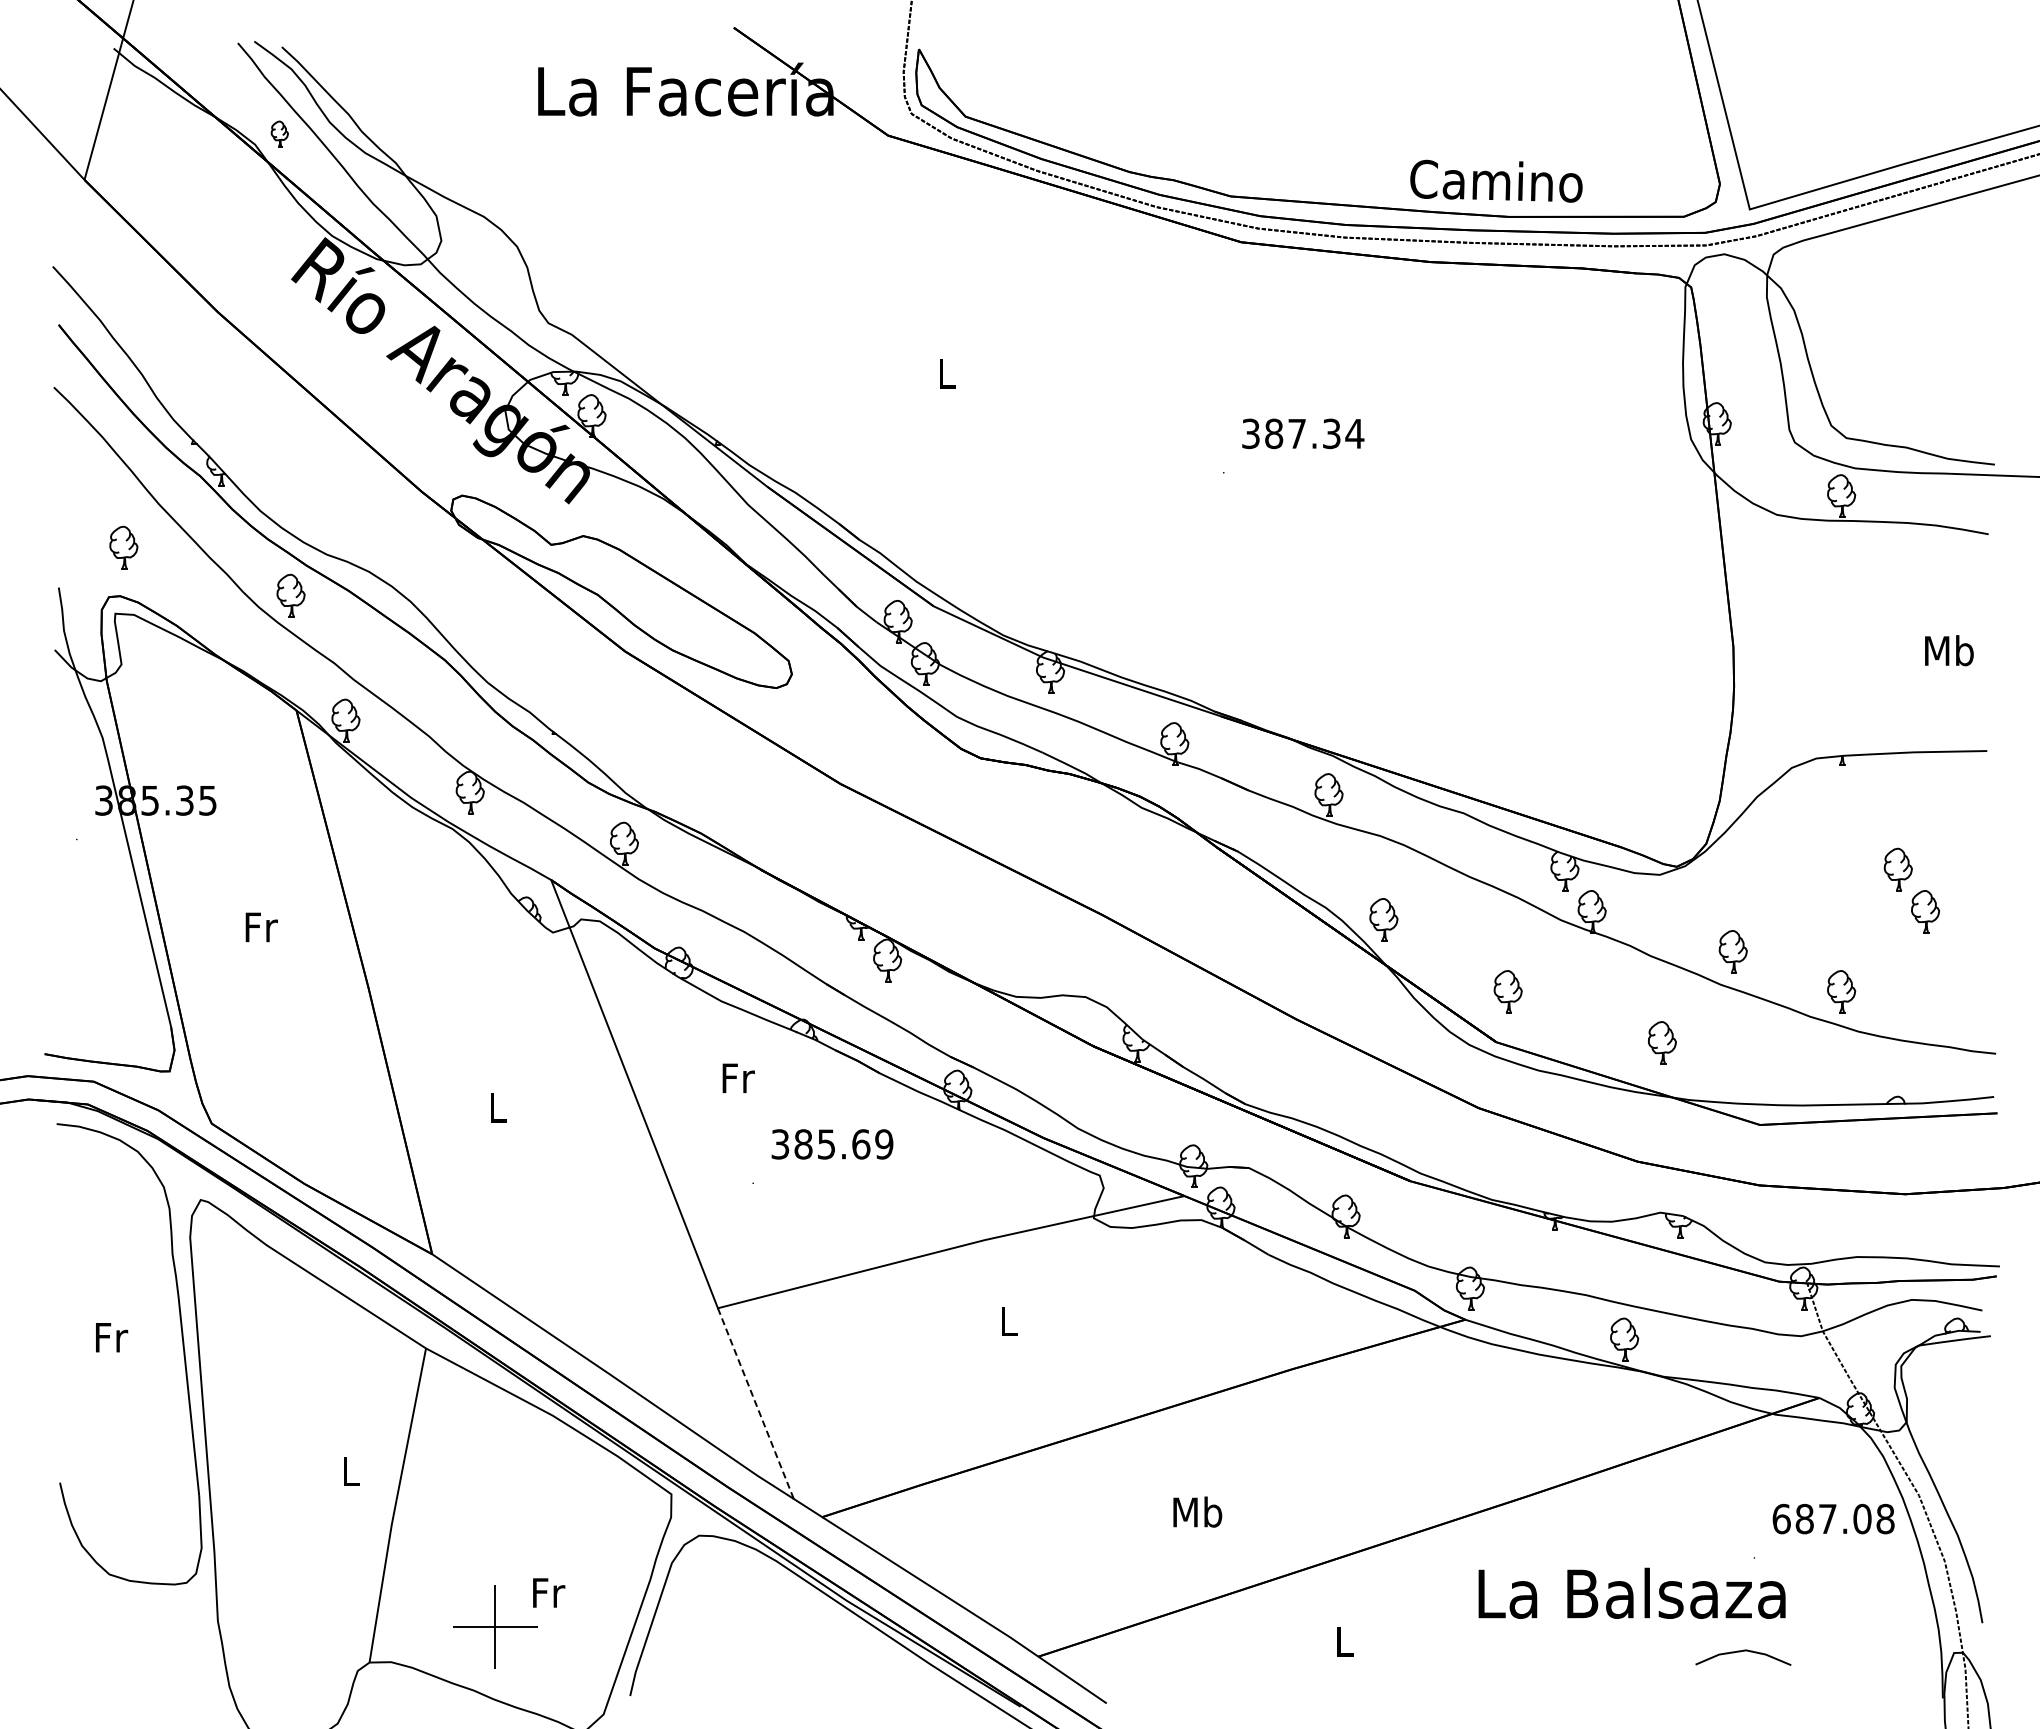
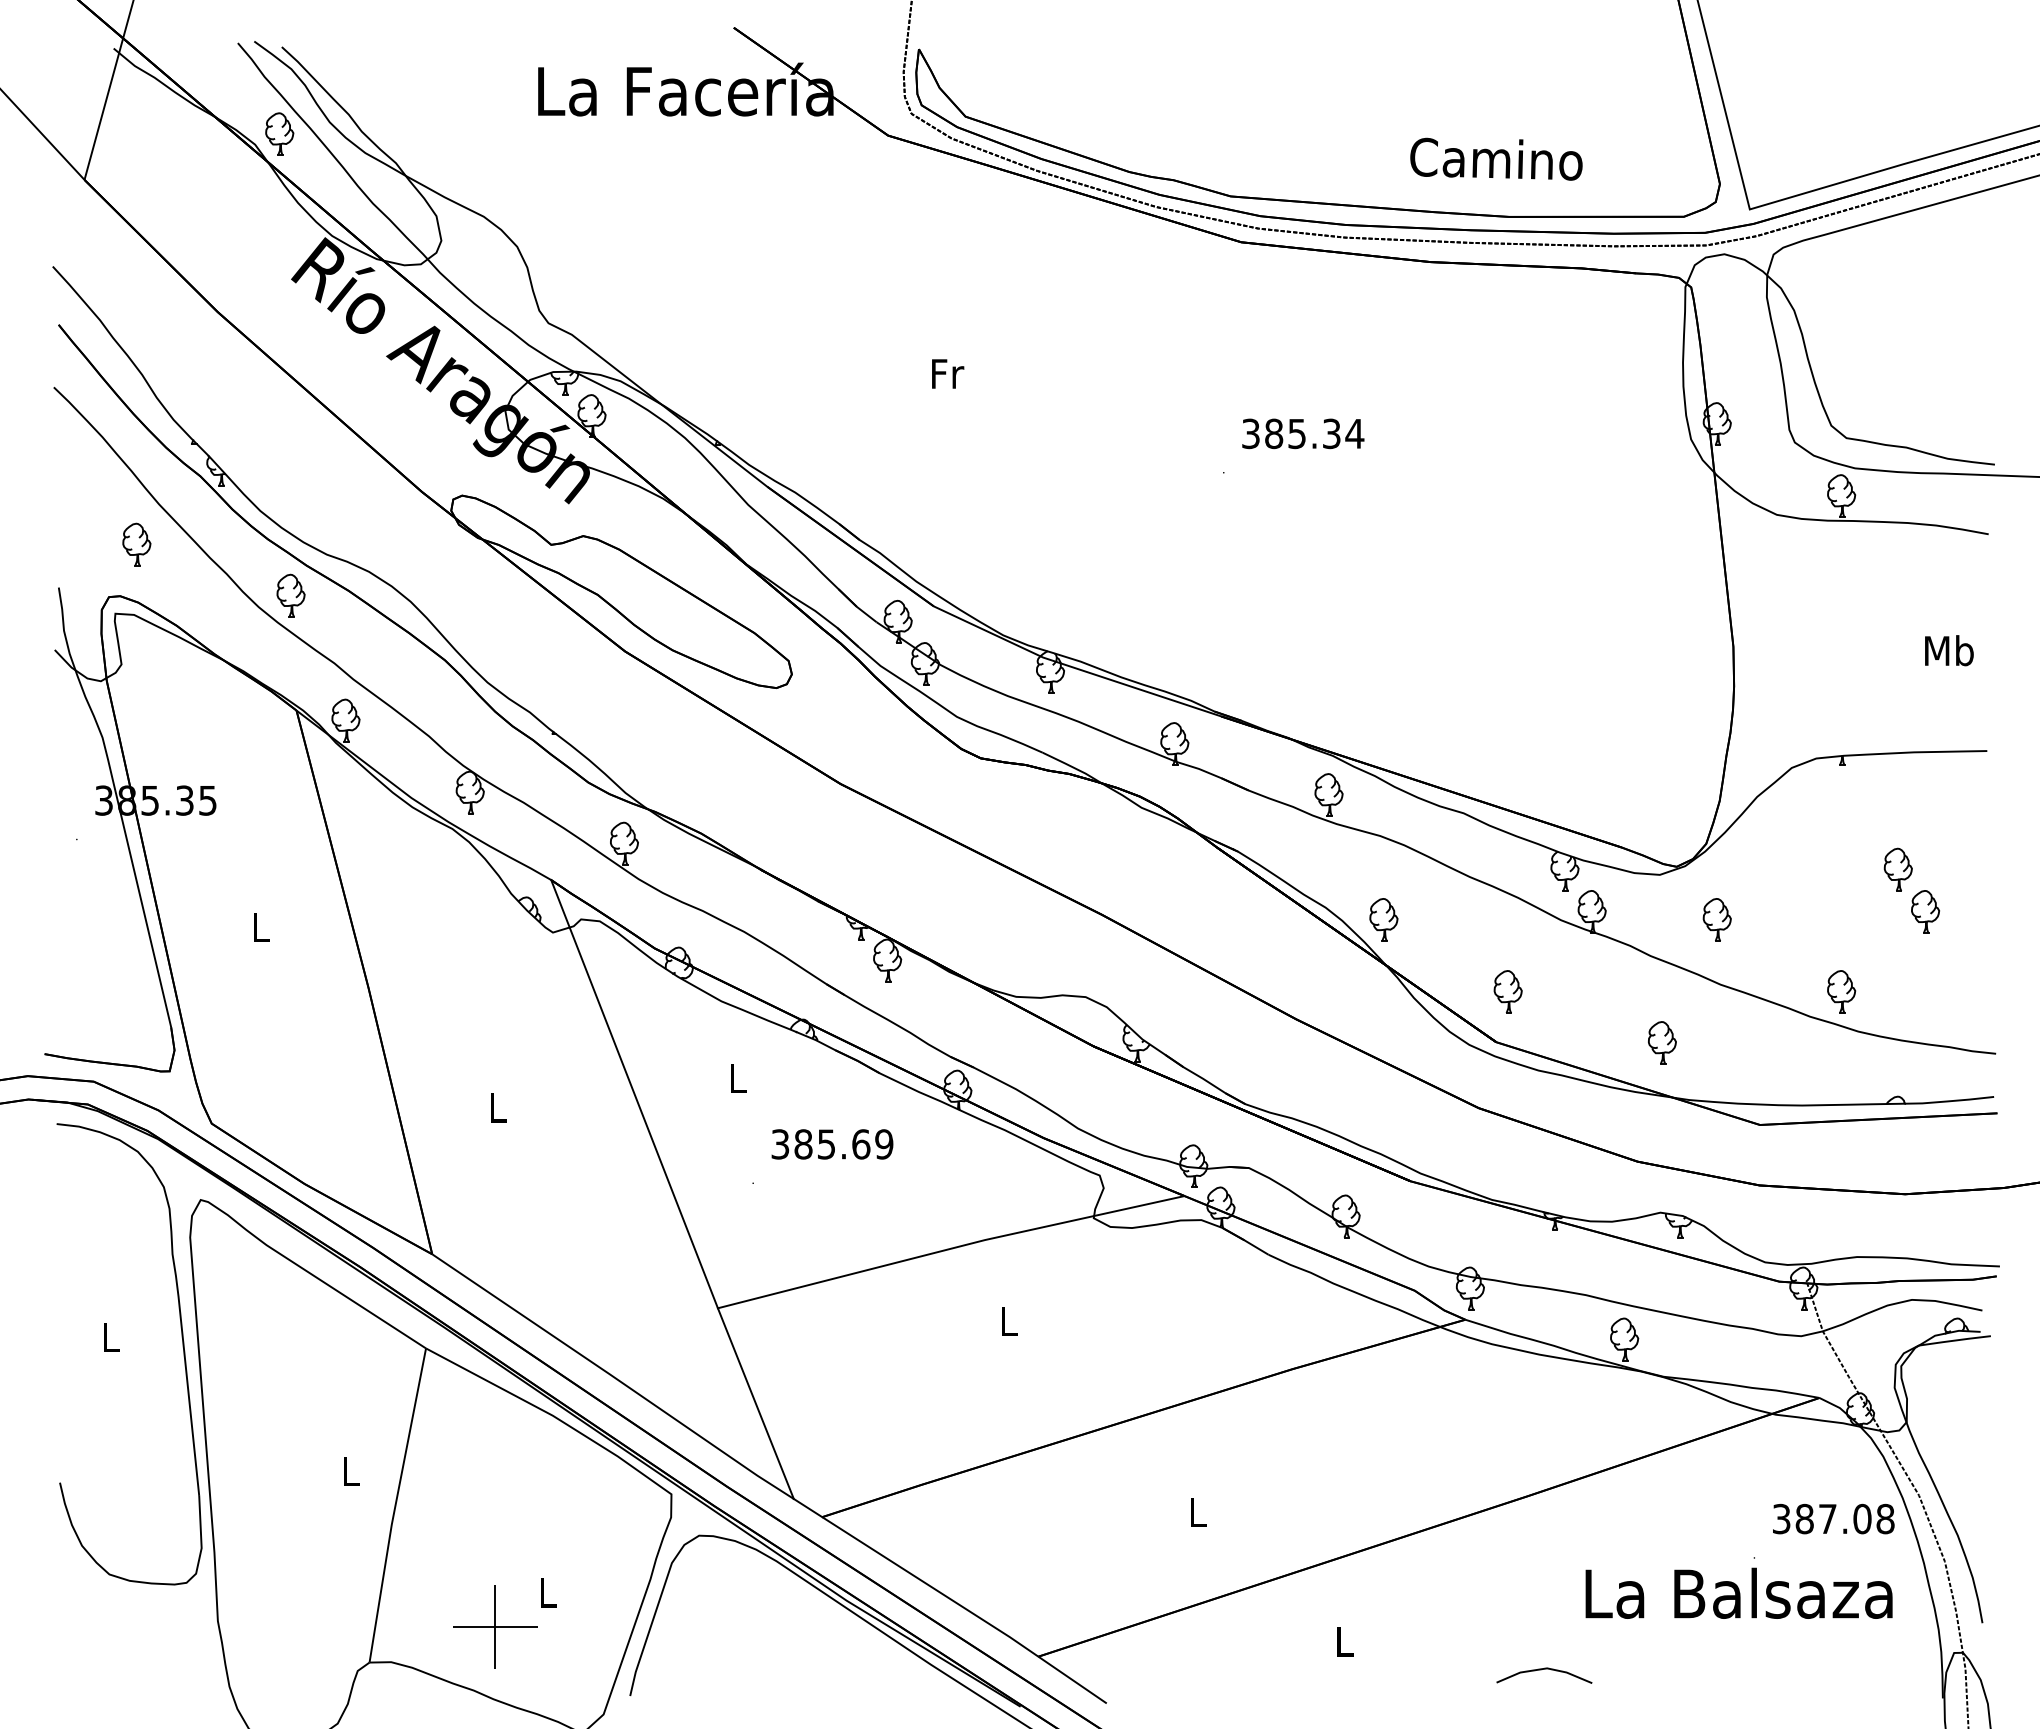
part at (279, 133) size: 19x28 px -> 30x44 px
text at (1496, 180) position: (1496, 180) -> (1496, 158)
text at (948, 373): L -> Fr
text at (1296, 434): 387.34 -> 385.34
part at (123, 547) position: (123, 547) -> (136, 544)
text at (261, 927): Fr -> L
part at (1732, 951) position: (1732, 951) -> (1716, 919)
text at (738, 1078): Fr -> L
text at (112, 1337): Fr -> L
line at (755, 1403): dashed -> solid
text at (1197, 1511): Mb -> L
text at (1781, 1518): 687.08 -> 387.08
text at (549, 1592): Fr -> L
text at (1631, 1592) position: (1631, 1592) -> (1738, 1592)
line at (1740, 1652) position: (1740, 1652) -> (1541, 1670)
